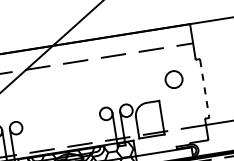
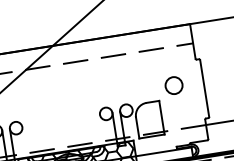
circle at (173, 79) position: (173, 79) -> (173, 85)
line at (204, 88): dashed -> solid
